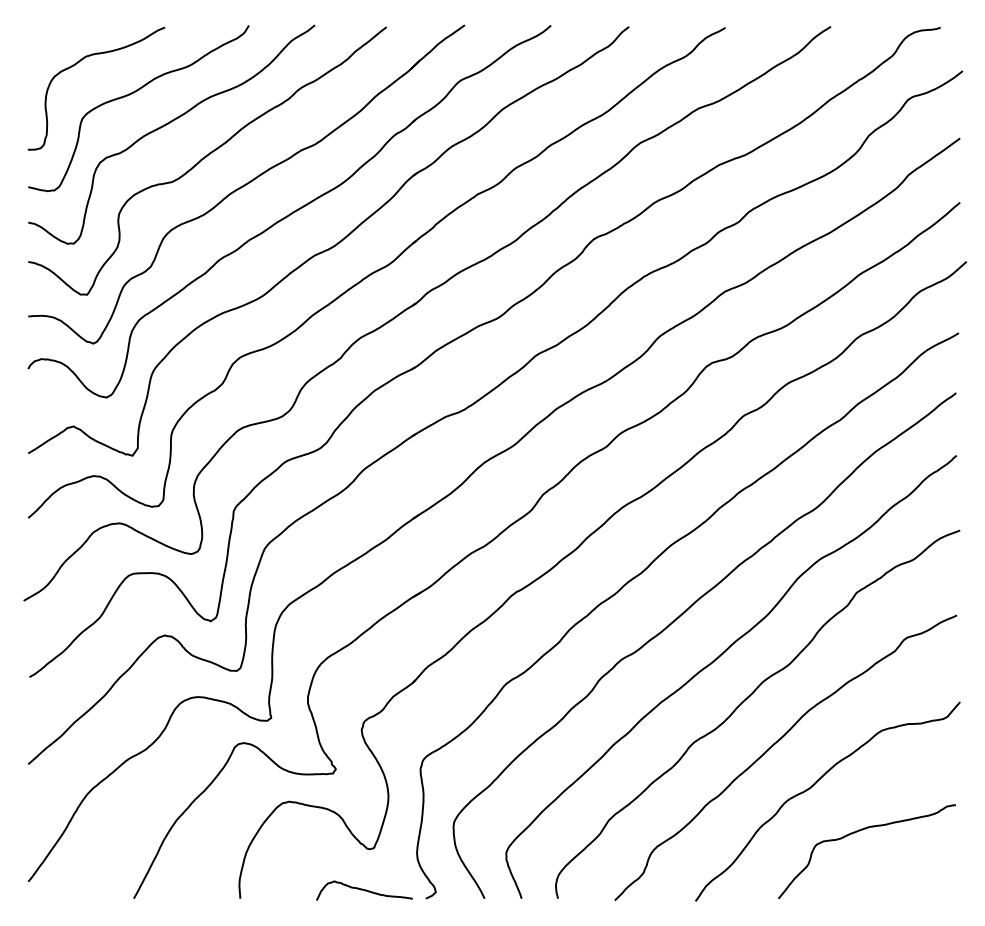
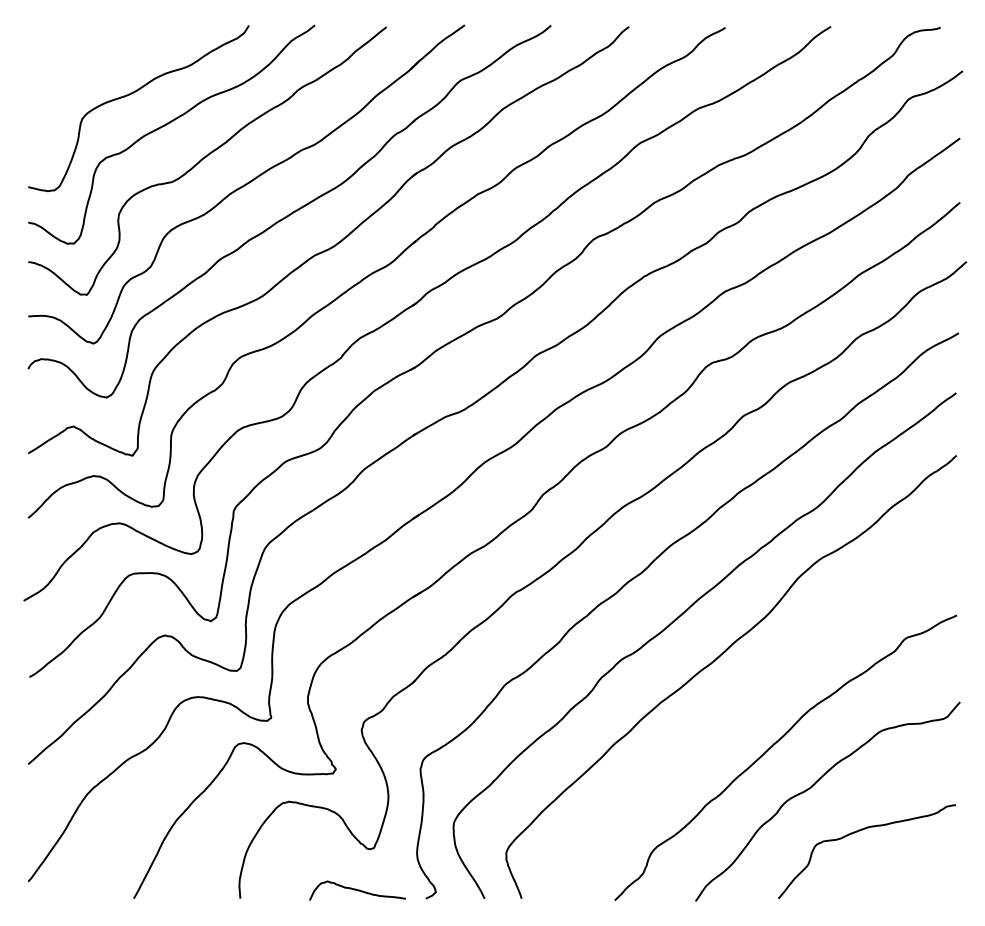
curve at (78, 63): present -> none
curve at (746, 700): present -> none
curve at (364, 890) position: (364, 890) -> (357, 890)
